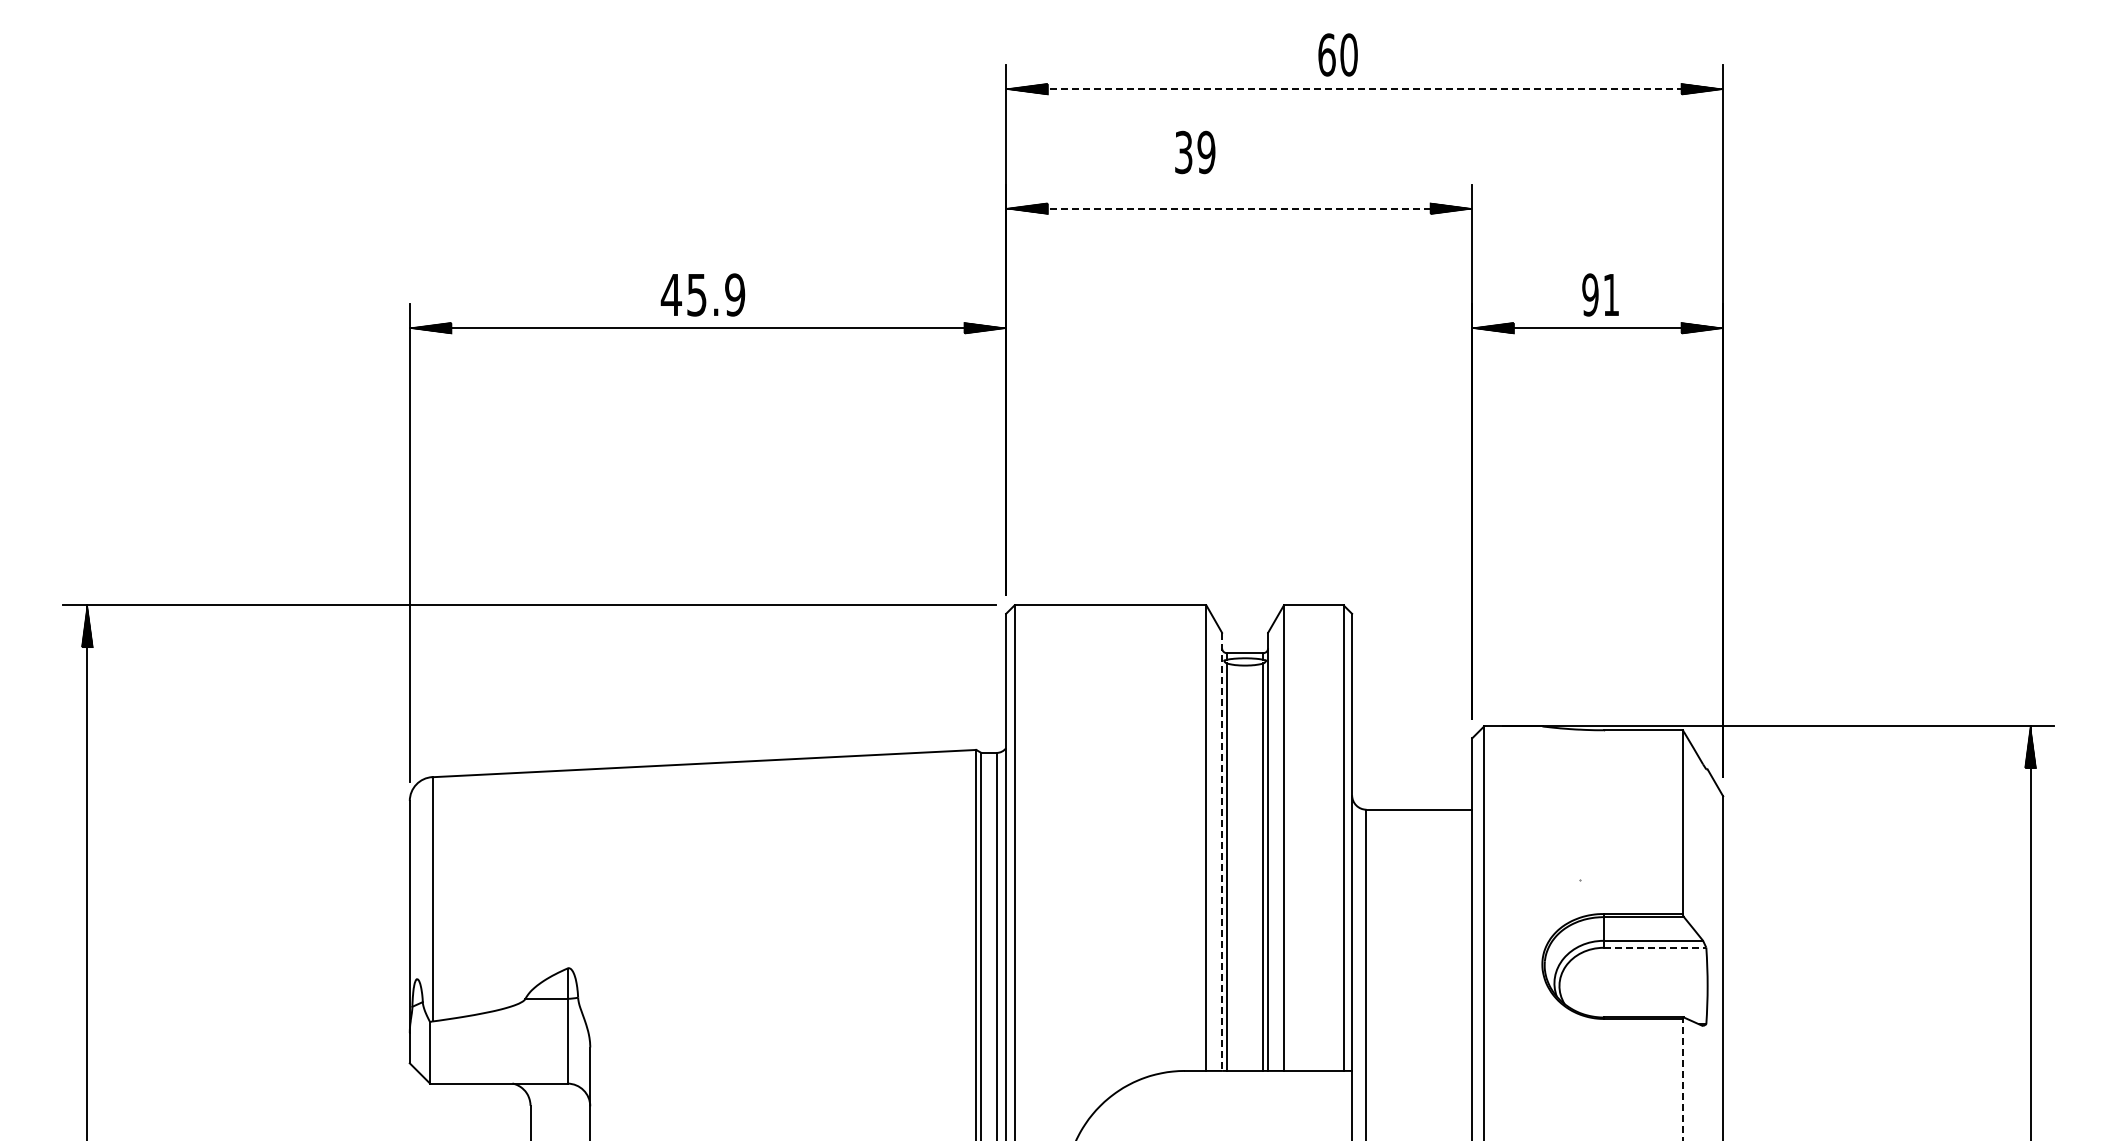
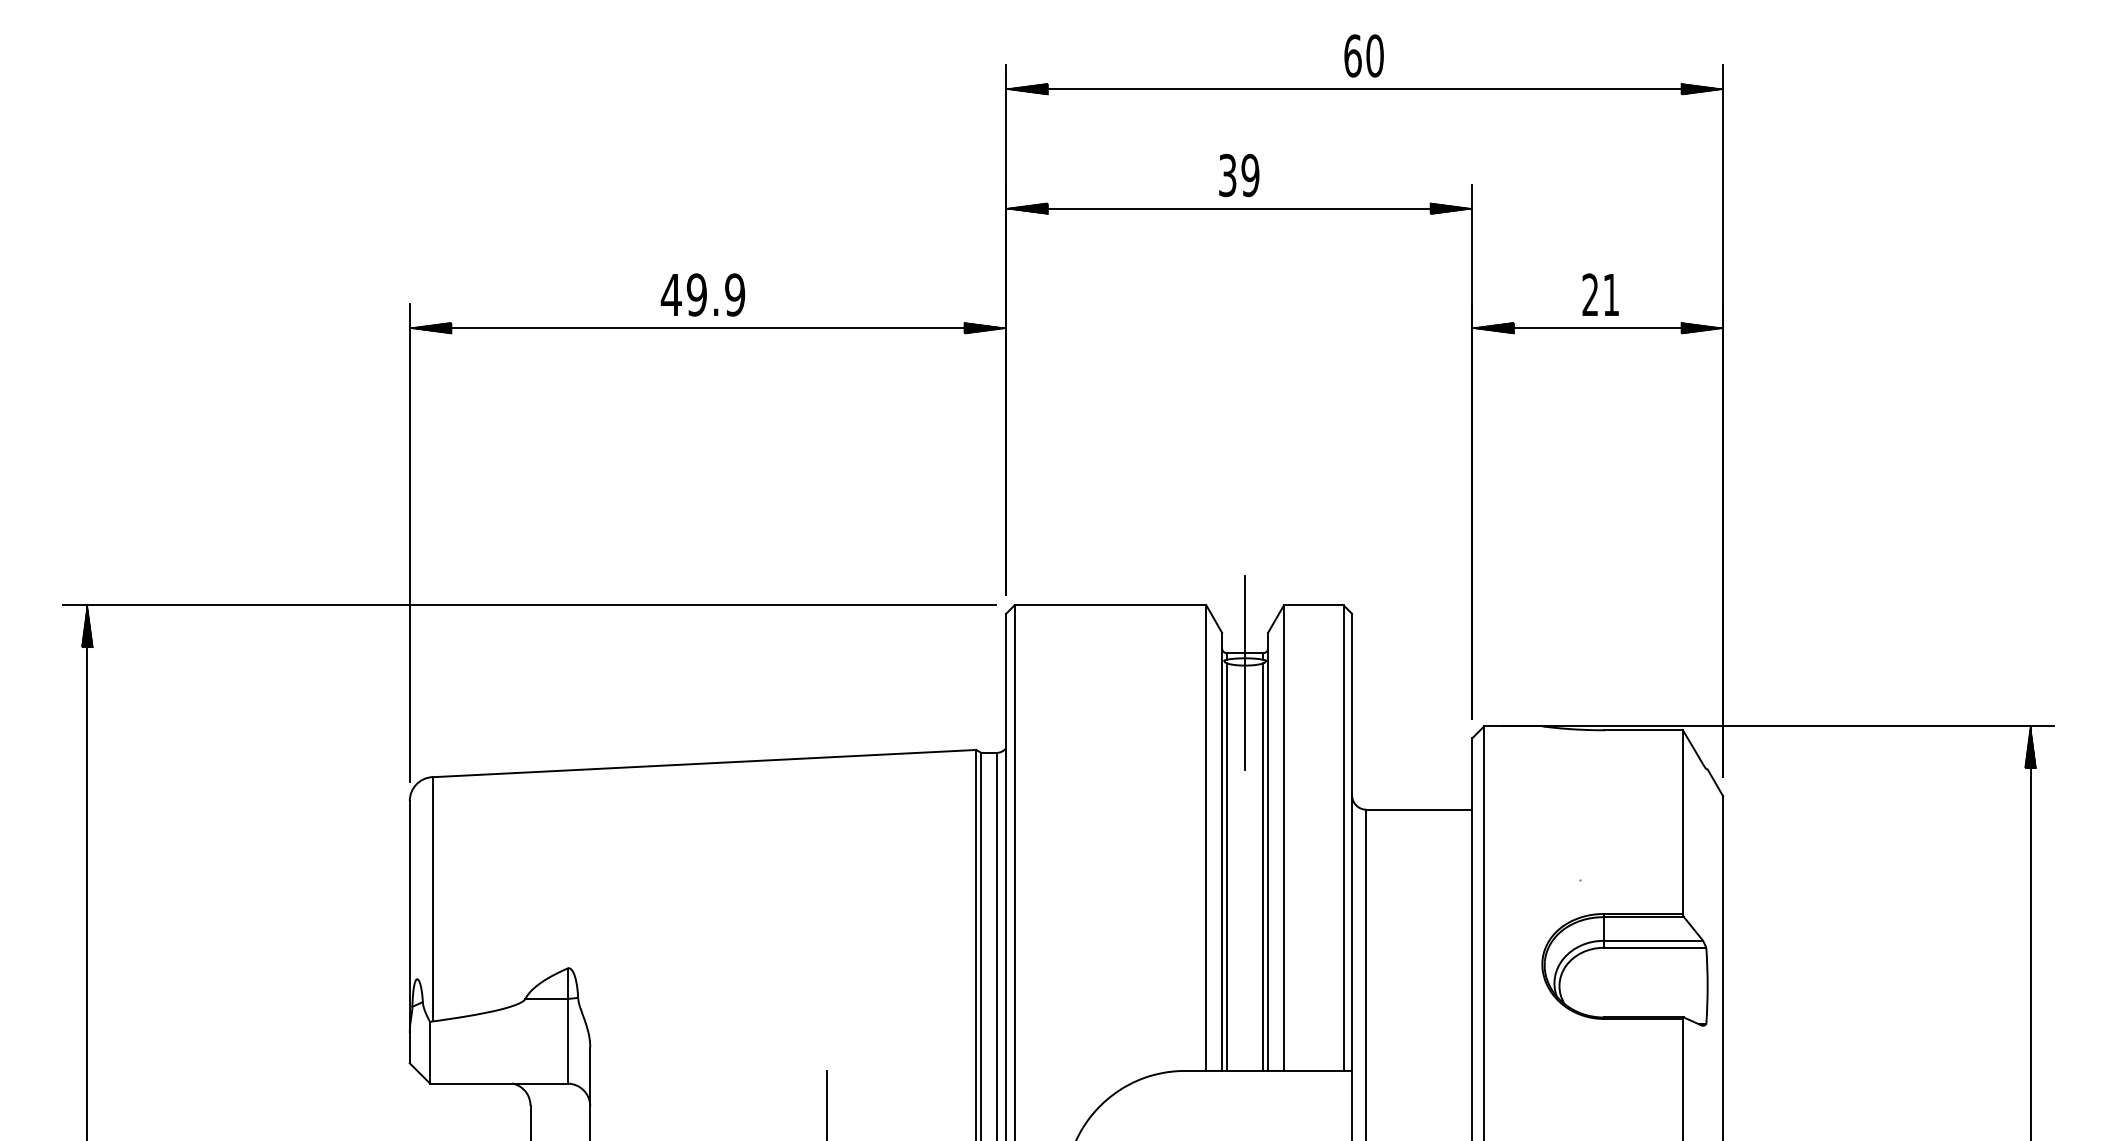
text at (1337, 54) position: (1337, 54) -> (1363, 55)
line at (1364, 89): dashed -> solid
text at (1195, 152) position: (1195, 152) -> (1239, 175)
line at (1239, 208): dashed -> solid
text at (696, 294): 45.9 -> 49.9
text at (1590, 294): 91 -> 21
line at (1245, 673): none -> present
line at (1222, 852): dashed -> solid
line at (1655, 947): dashed -> solid
line at (1682, 1079): dashed -> solid
line at (826, 1104): none -> present
